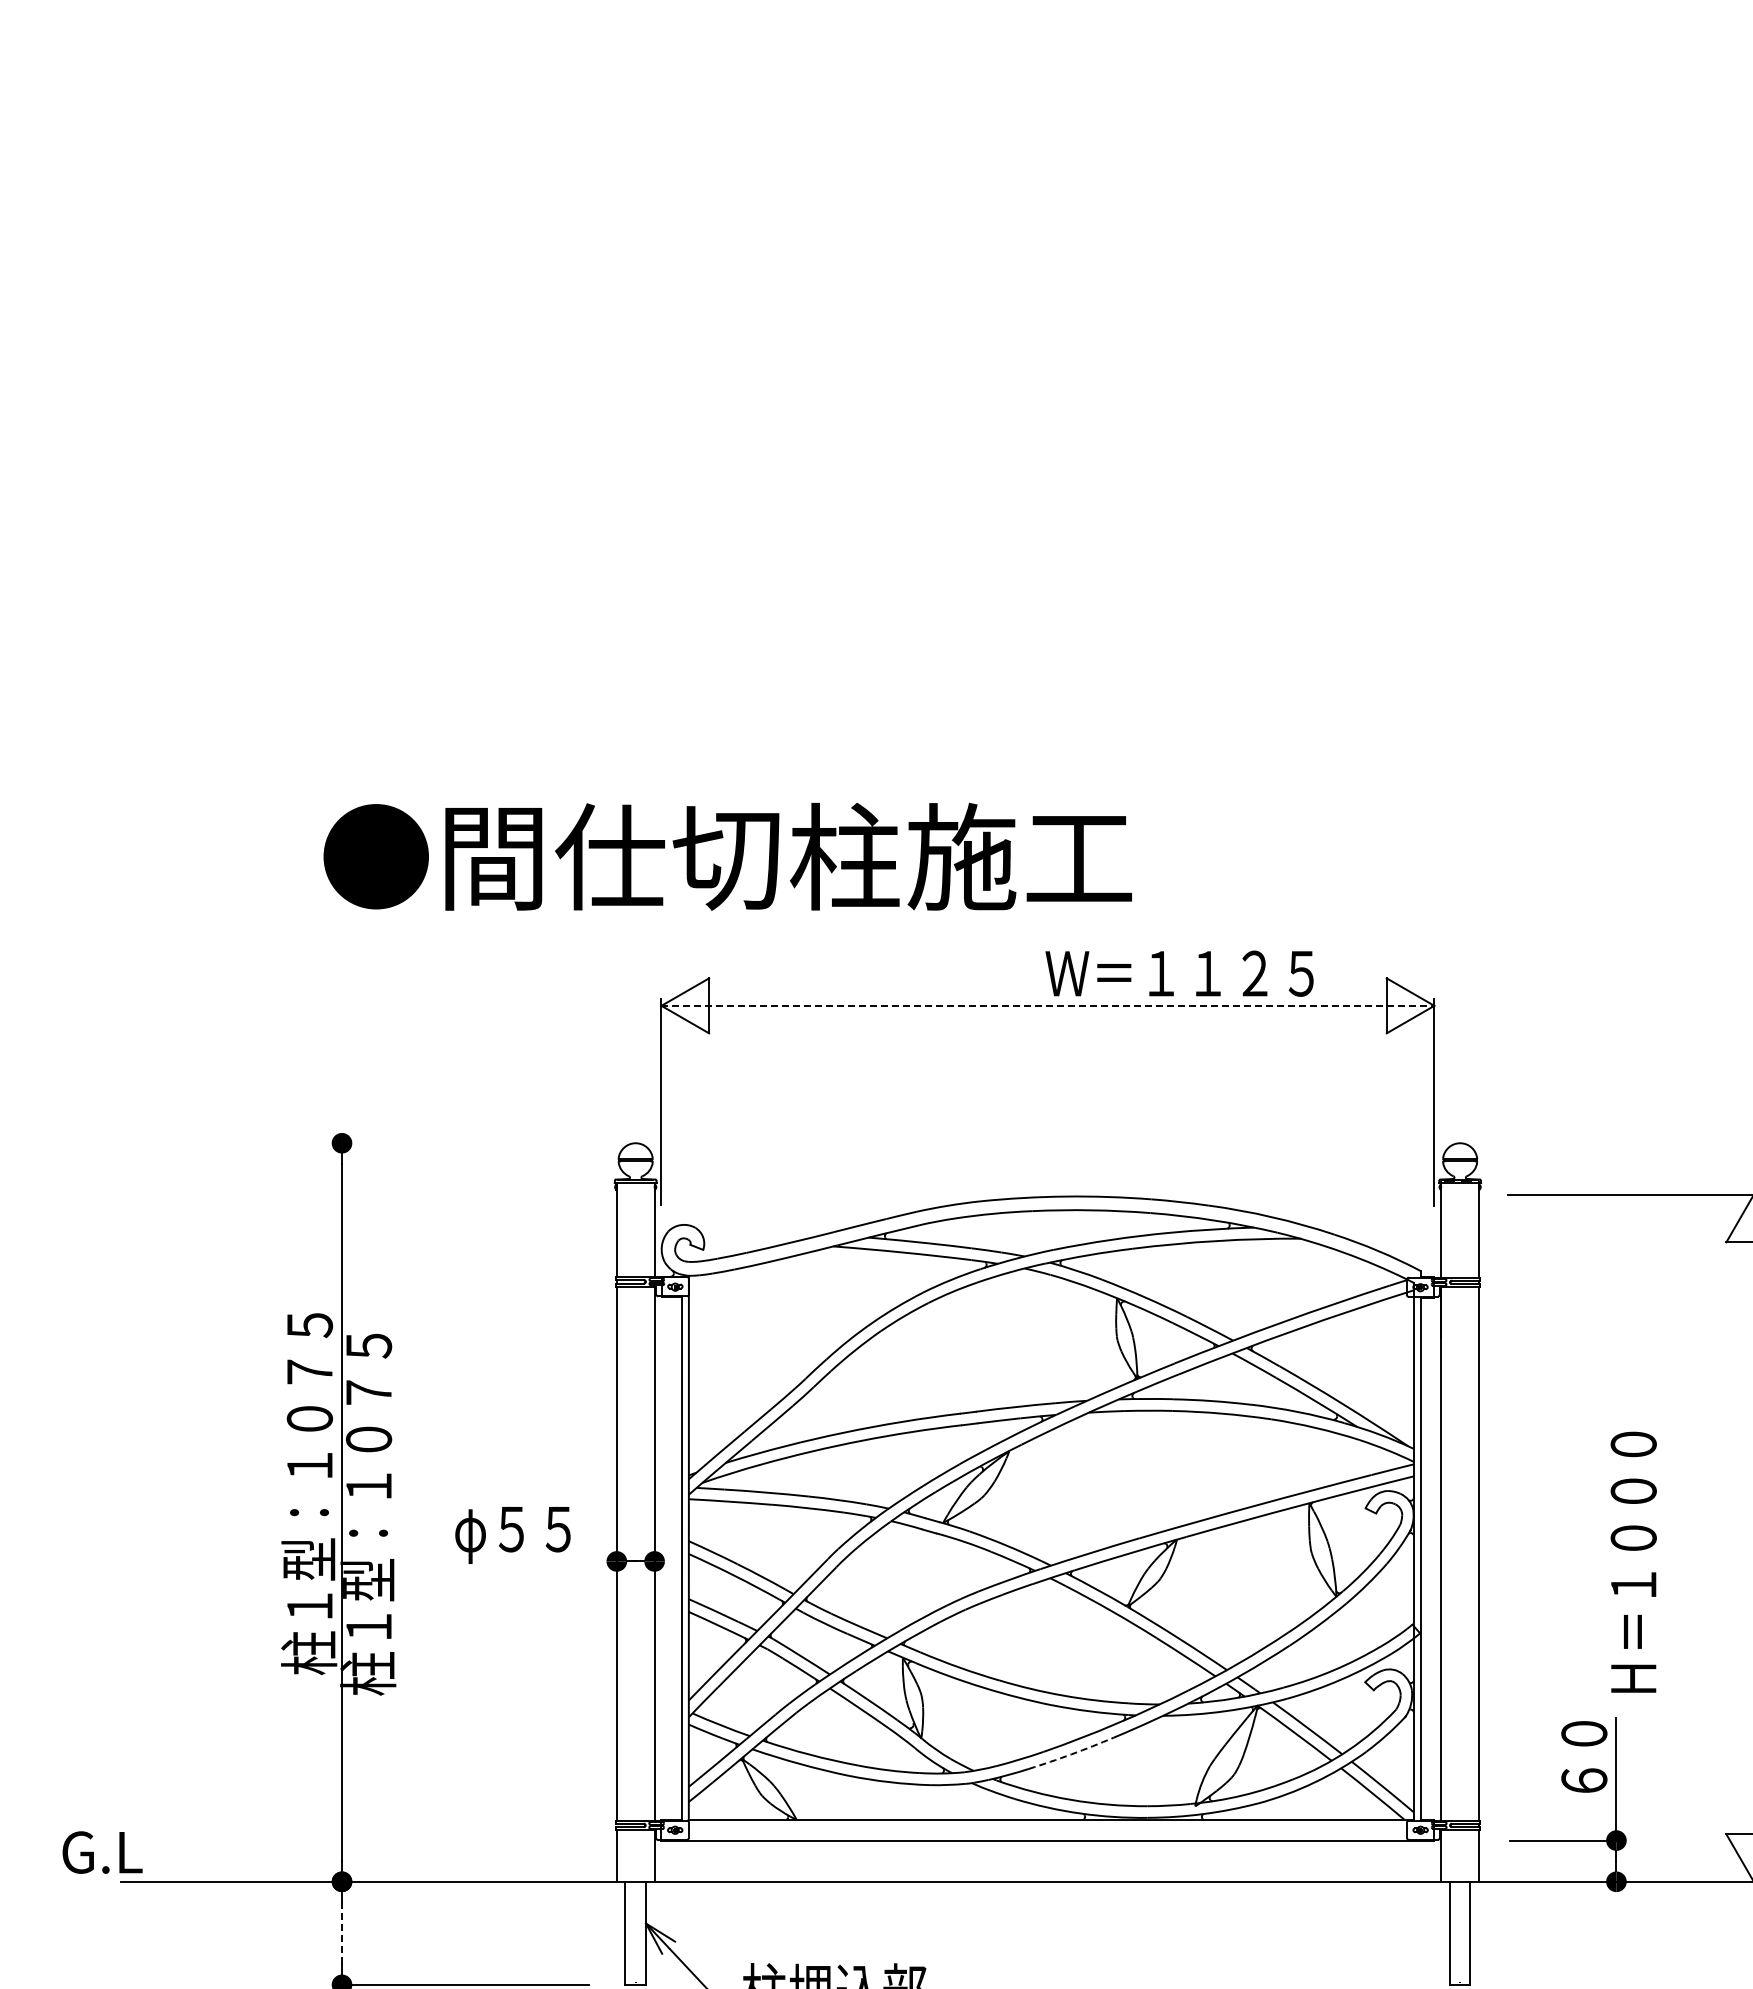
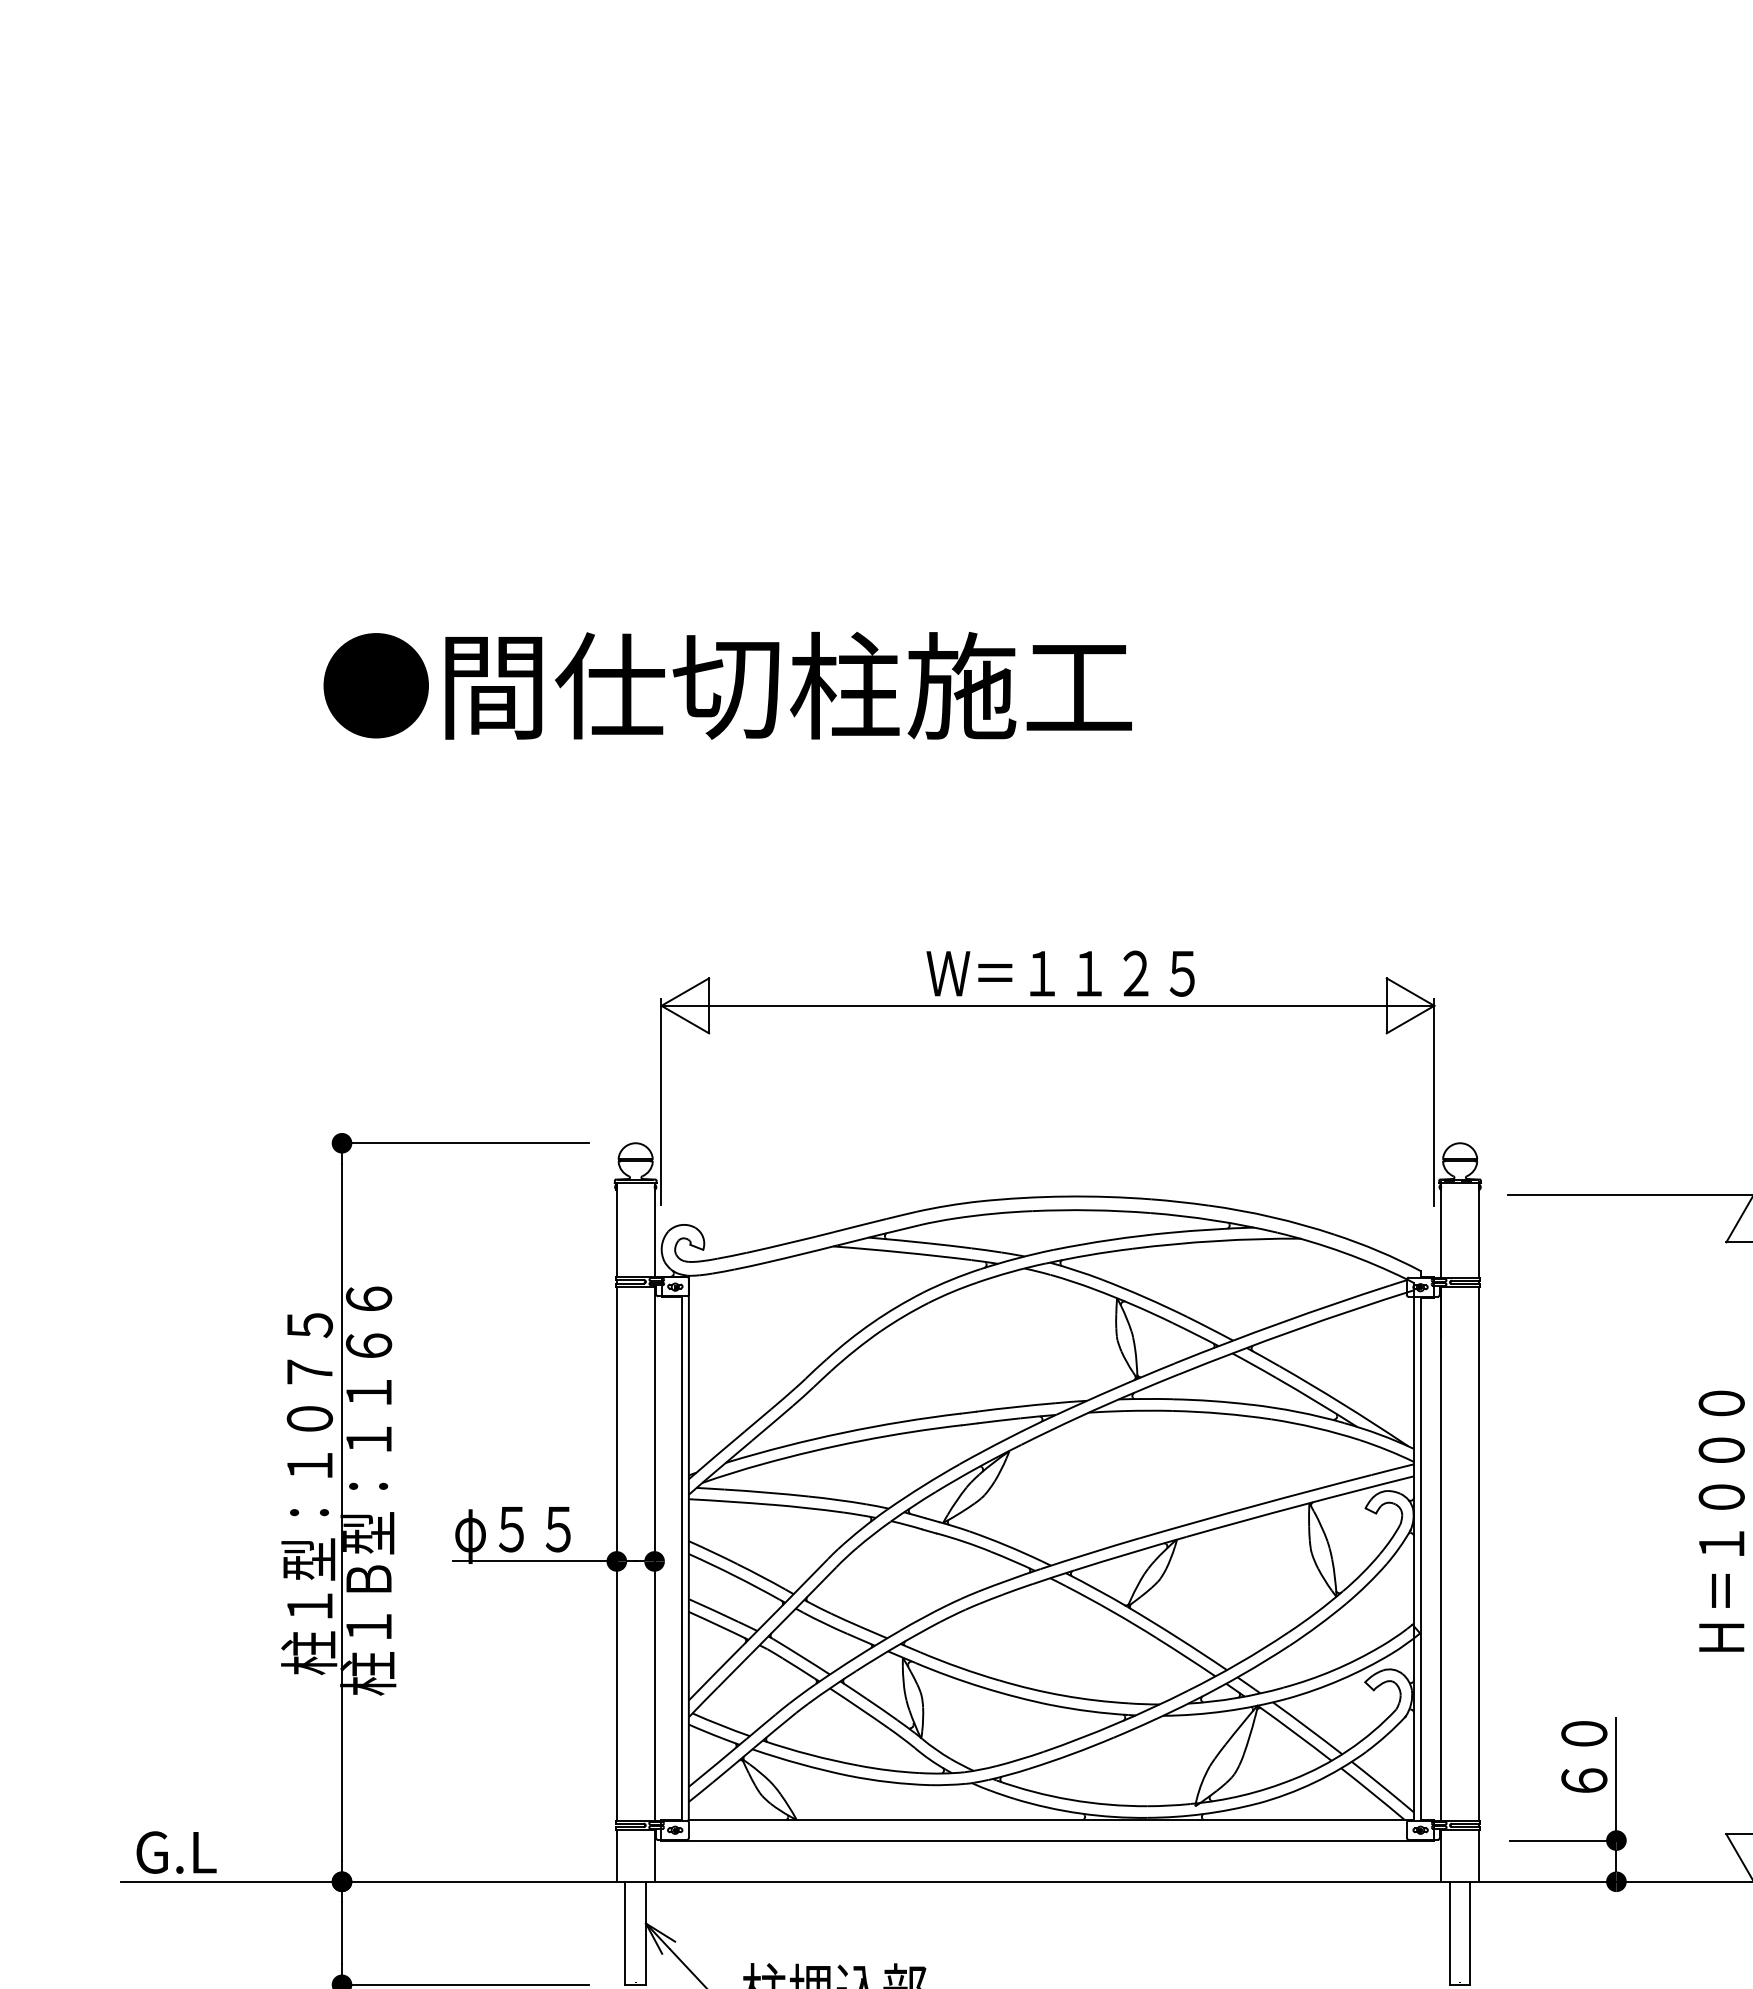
text at (727, 856) position: (727, 856) -> (727, 685)
text at (1179, 973) position: (1179, 973) -> (1060, 973)
line at (1048, 1005): dashed -> solid
line at (462, 1143): none -> present
text at (367, 1443): 柱１型：１０７５ -> 柱１Ｂ型：１１６６
line at (534, 1561): none -> present
text at (1633, 1561) position: (1633, 1561) -> (1721, 1520)
arc at (1071, 1754): dashed -> solid
text at (102, 1852) position: (102, 1852) -> (176, 1852)
line at (342, 1933): dashed -> solid
